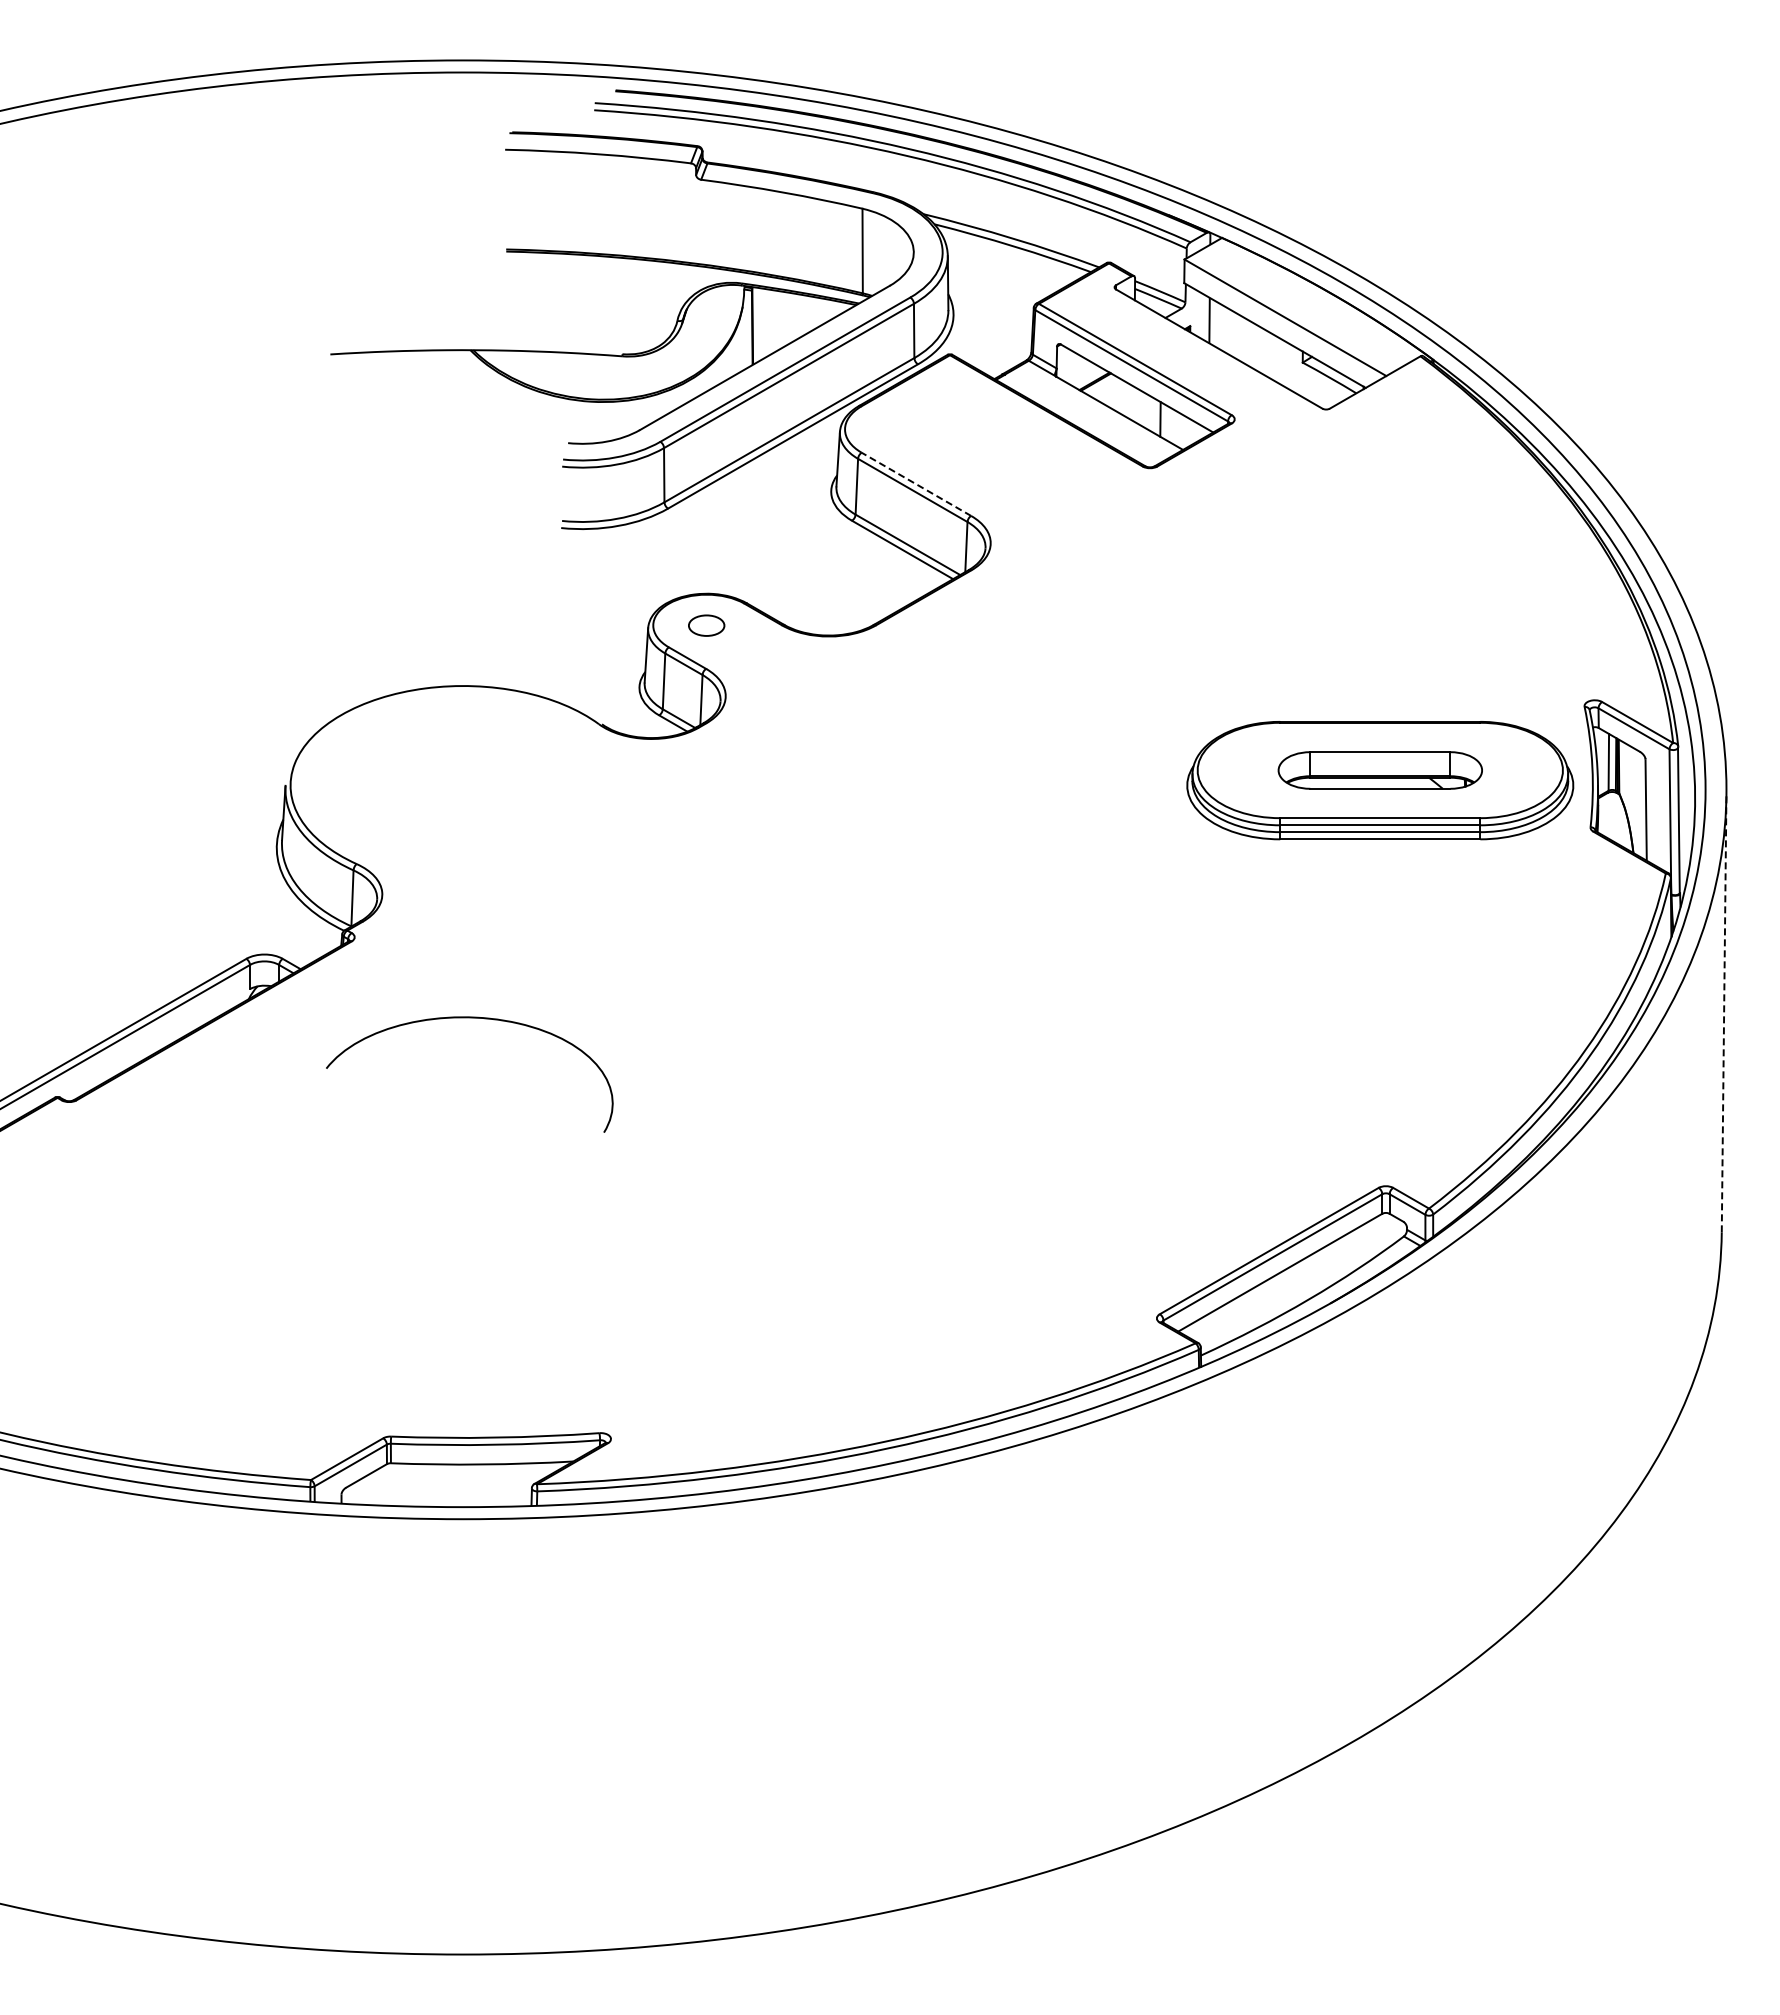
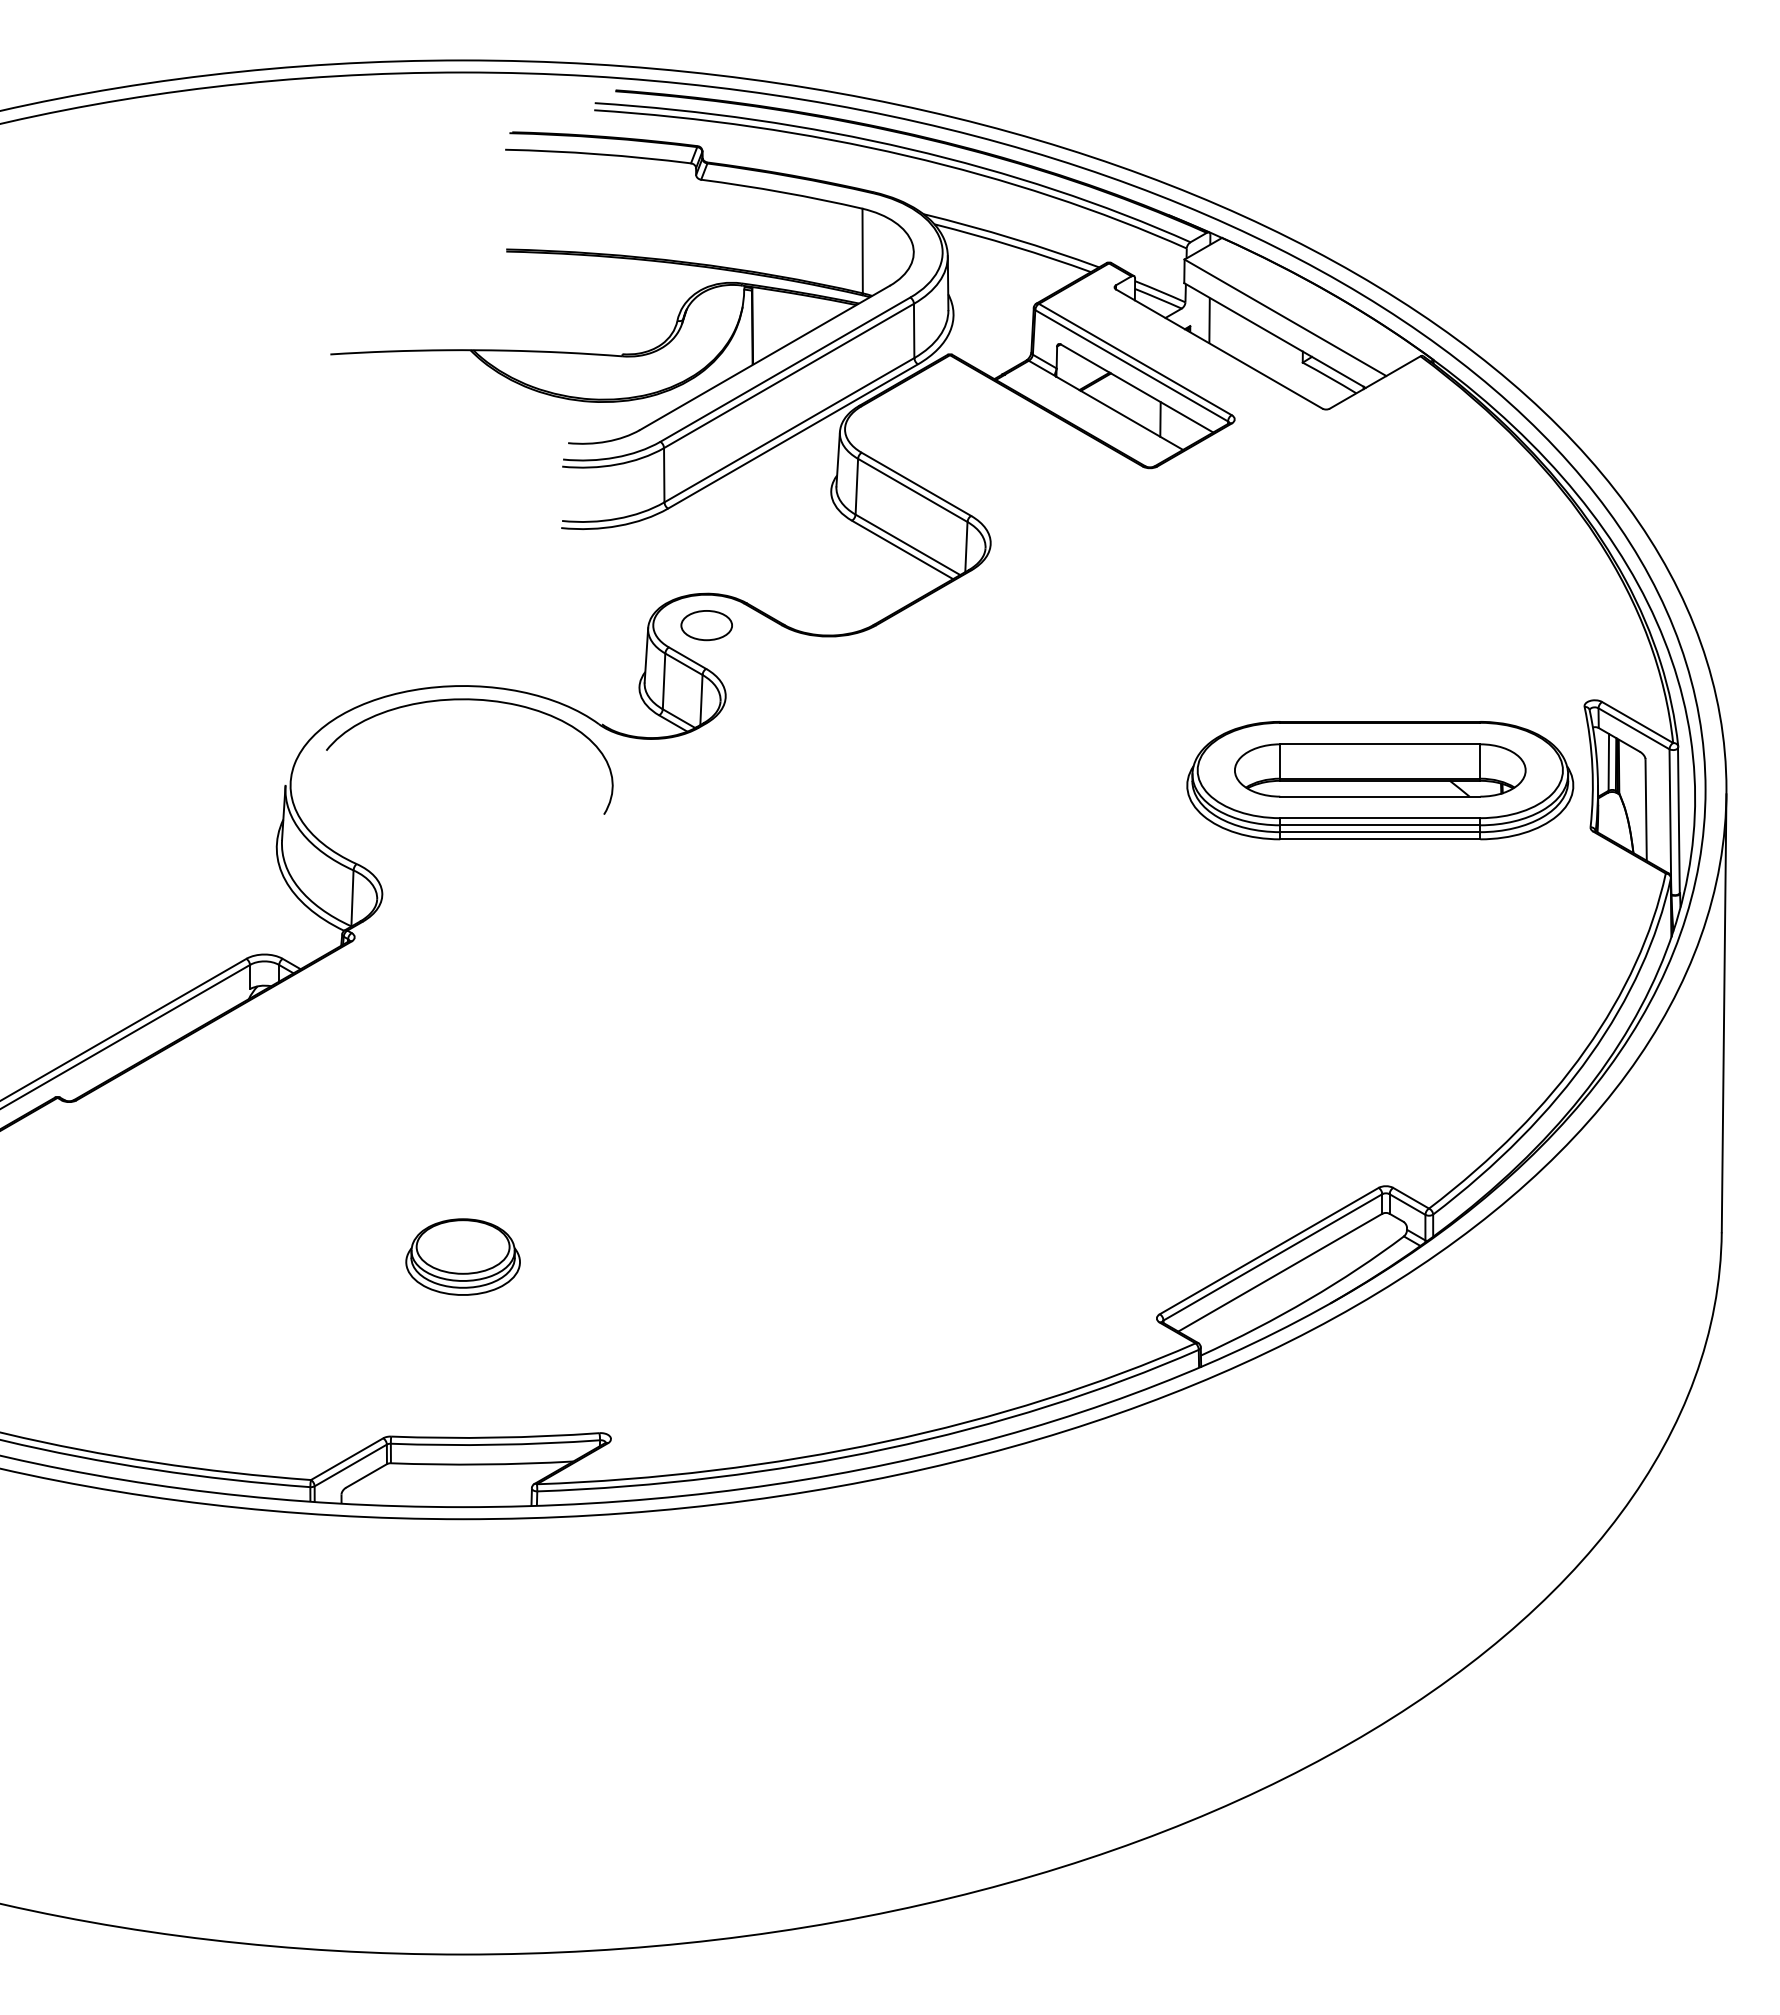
line at (916, 484): dashed -> solid
part at (706, 625) size: 38x23 px -> 53x32 px
part at (1379, 770) size: 206x39 px -> 293x55 px
line at (1724, 1012): dashed -> solid
curve at (469, 1018) position: (469, 1018) -> (469, 700)
part at (462, 1256): none -> present
